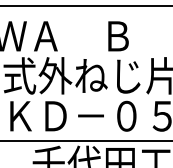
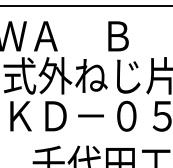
line at (85, 140): present -> none
